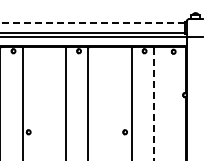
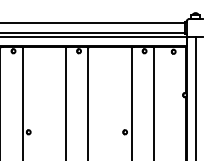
line at (92, 23): dashed -> solid
line at (195, 97): none -> present
line at (154, 104): dashed -> solid
